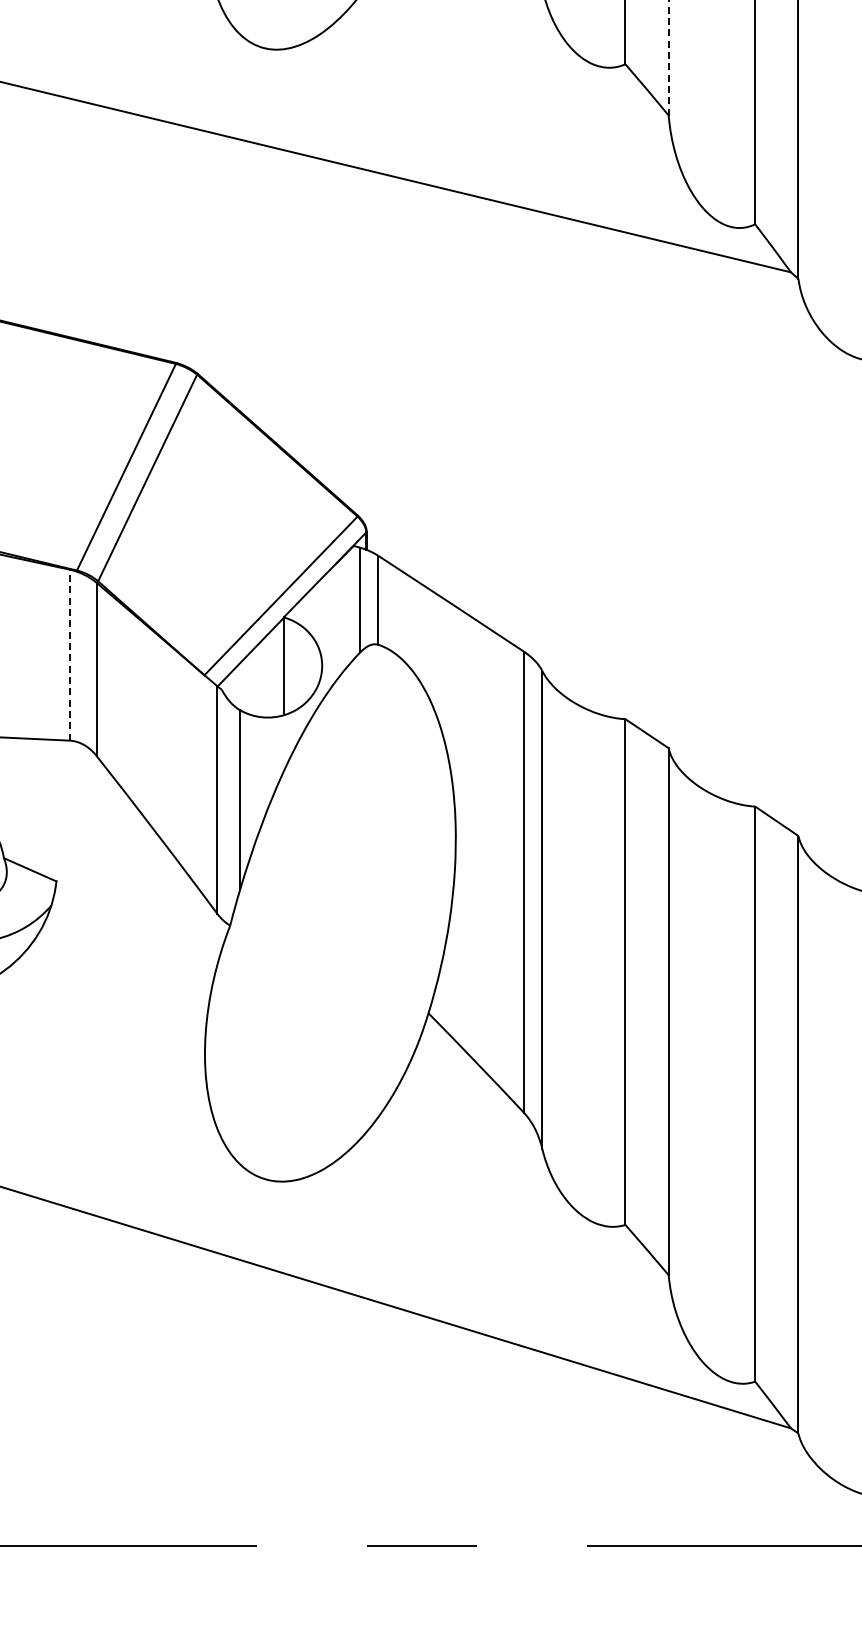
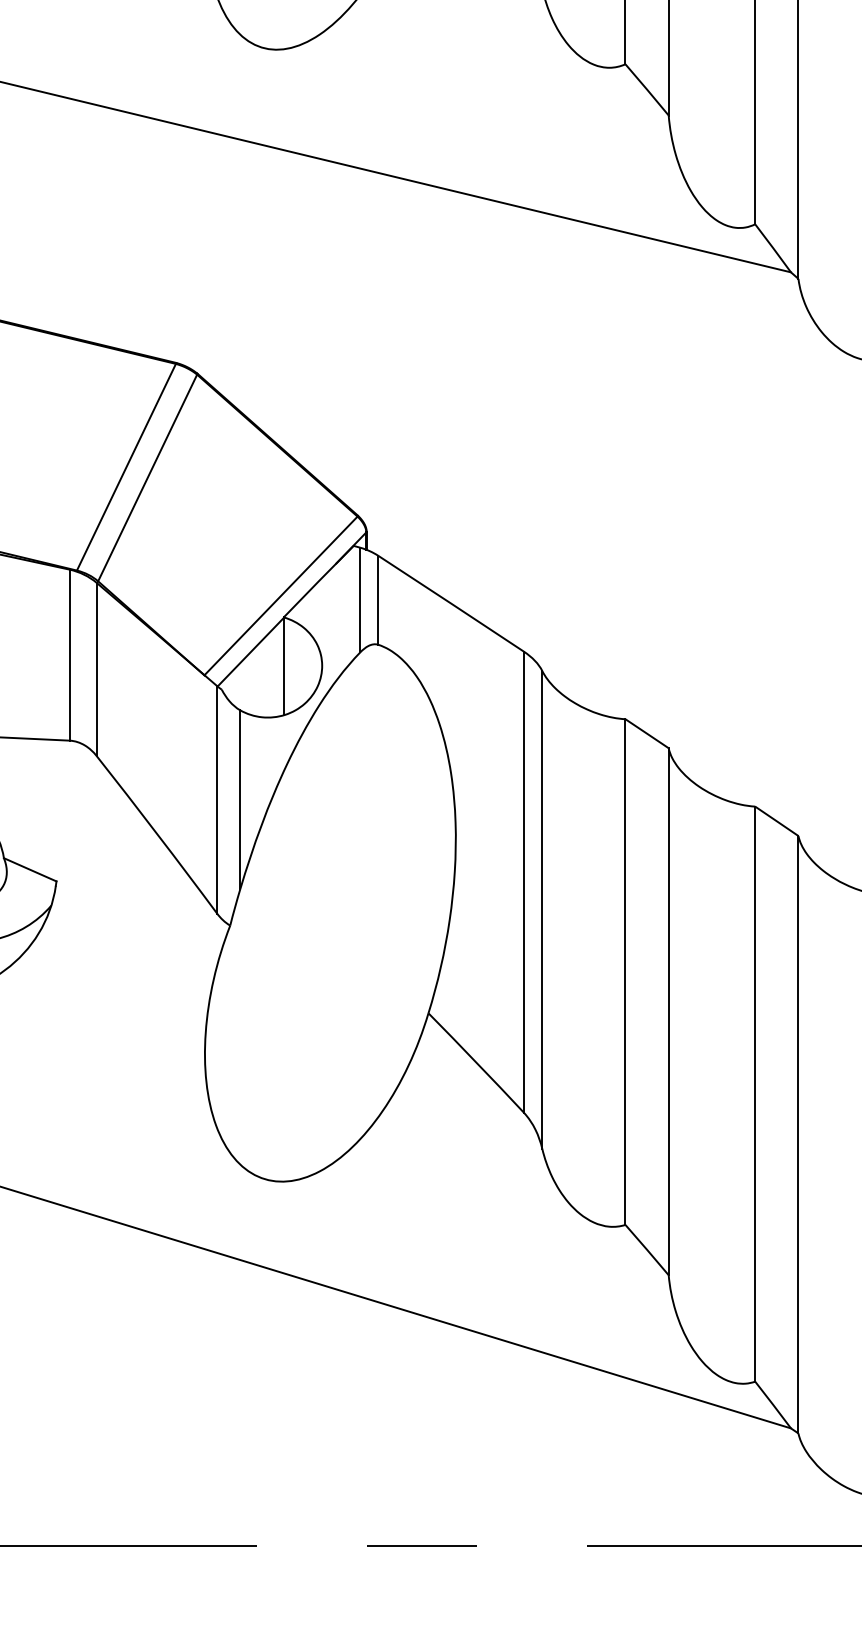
line at (668, 57): dashed -> solid
line at (69, 654): dashed -> solid
